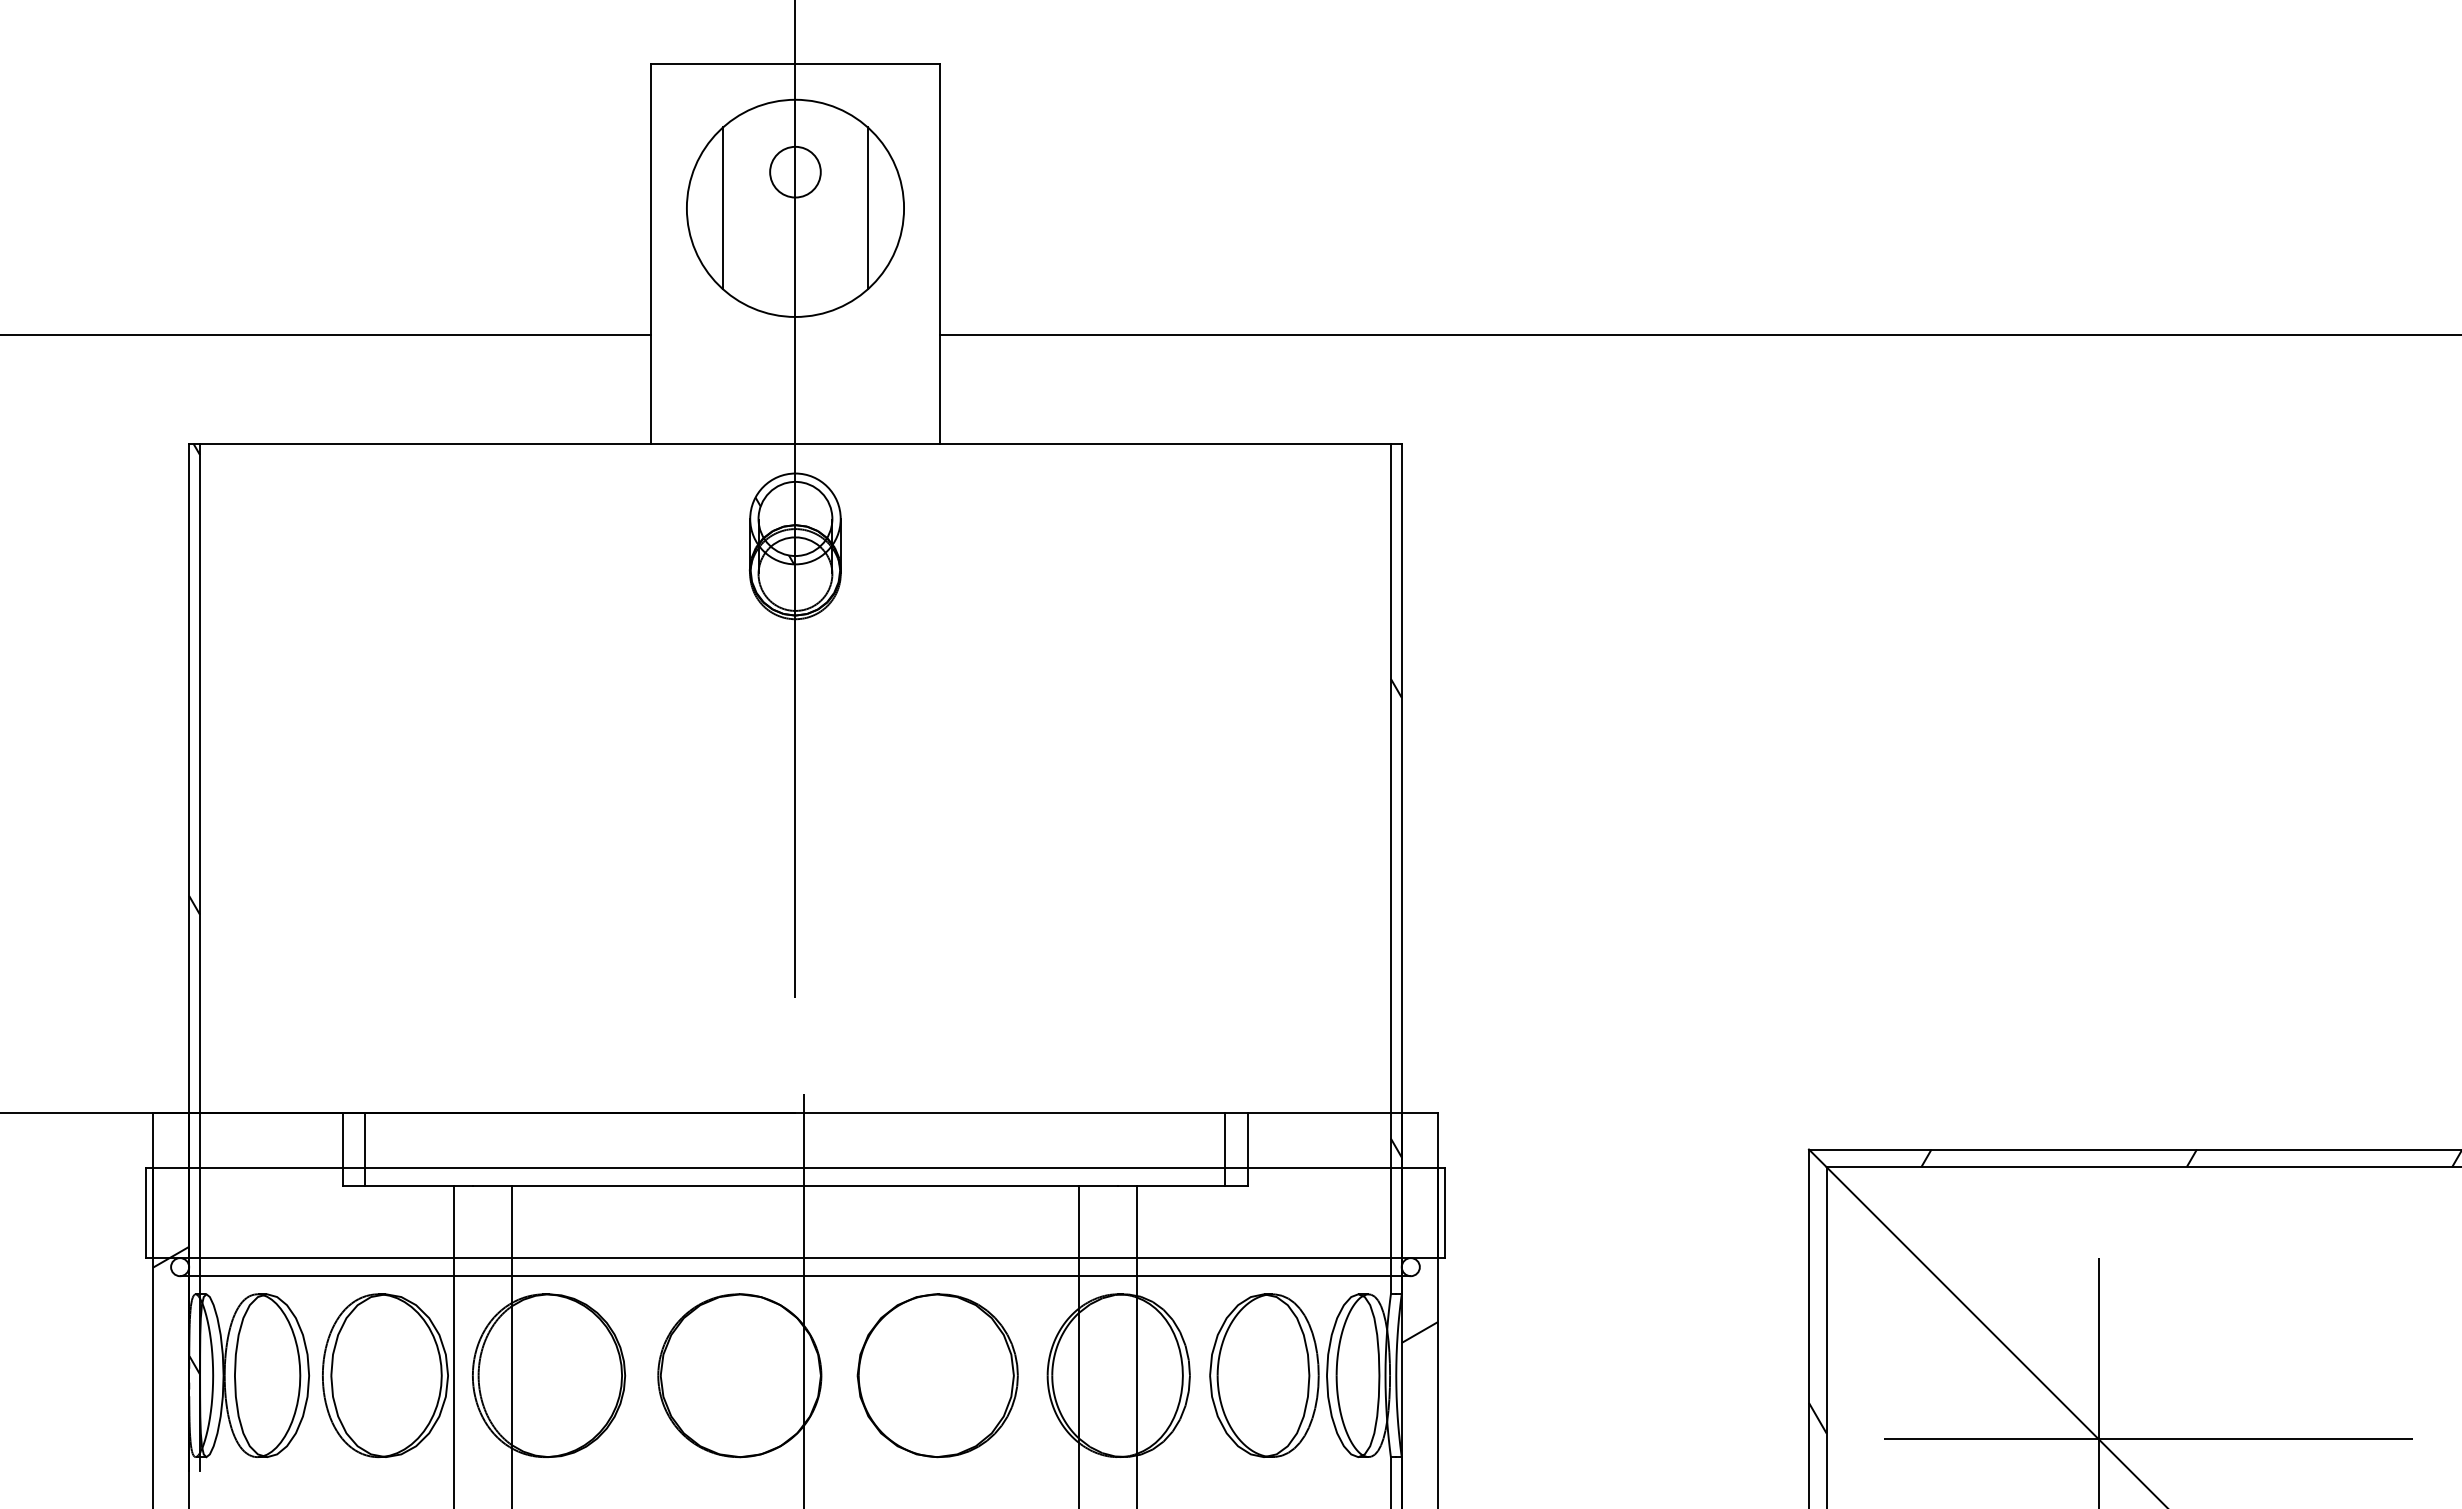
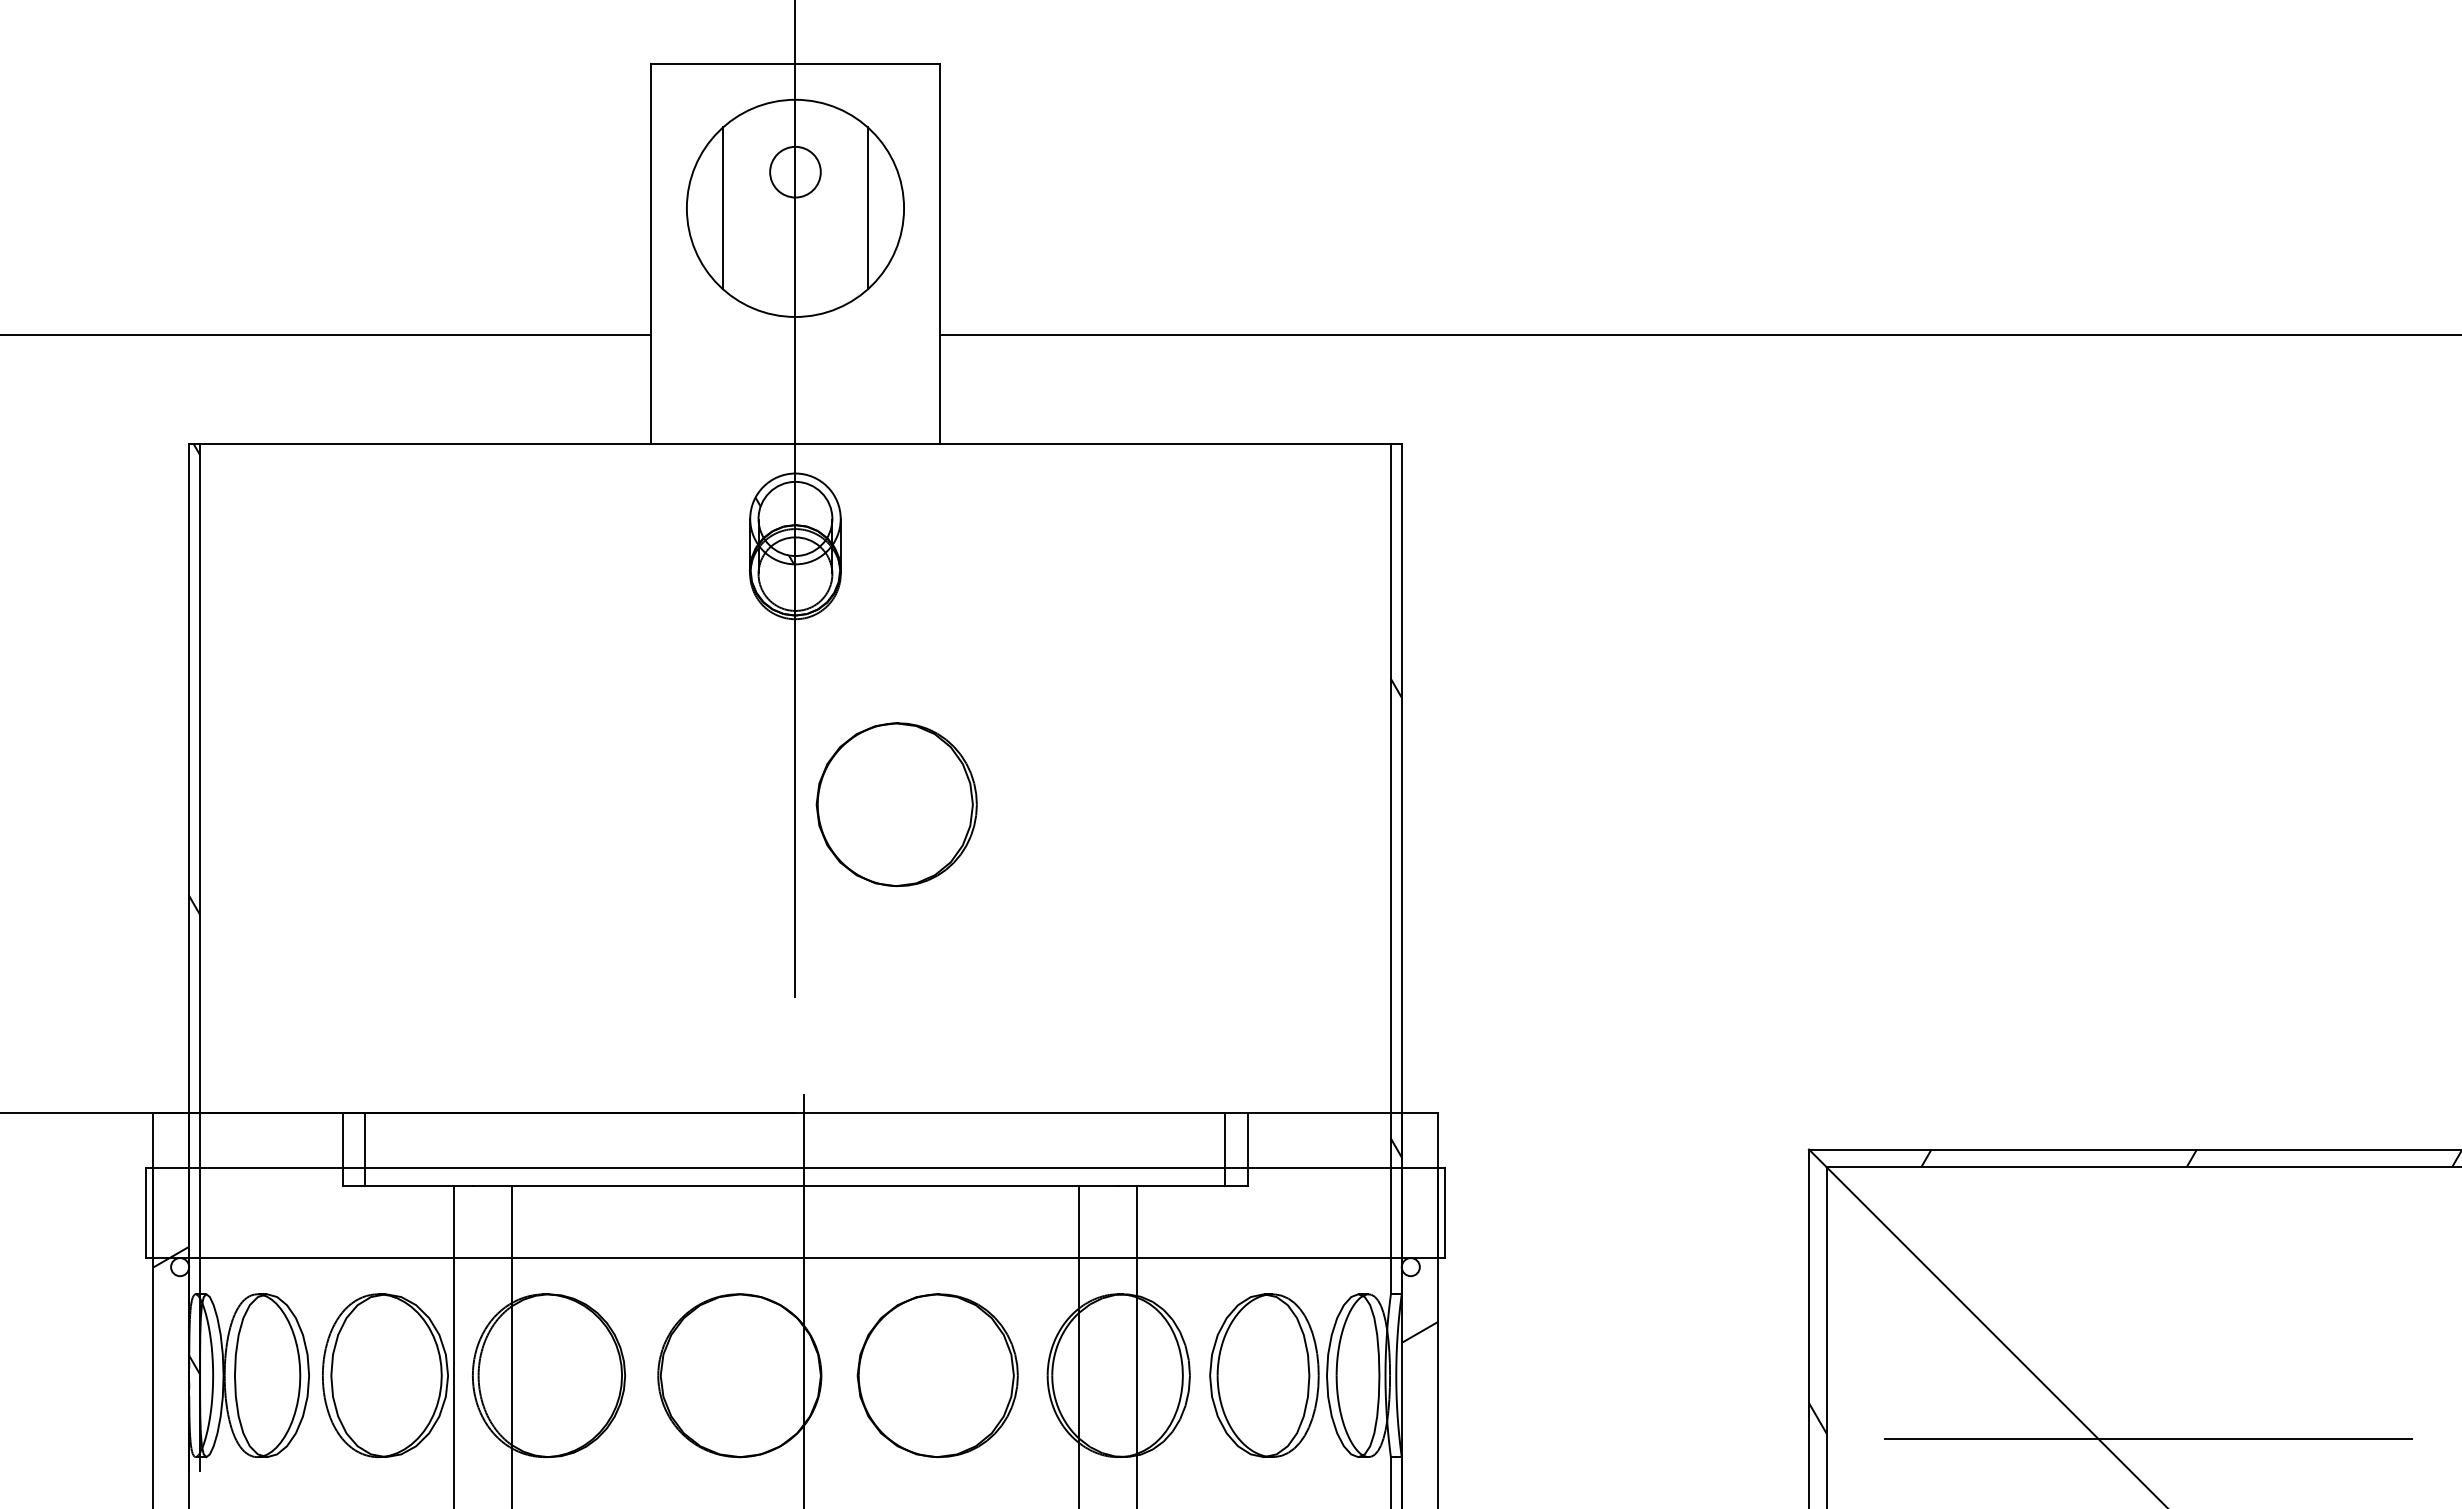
part at (896, 804): none -> present
line at (795, 1276): present -> none
line at (2098, 1381): present -> none
